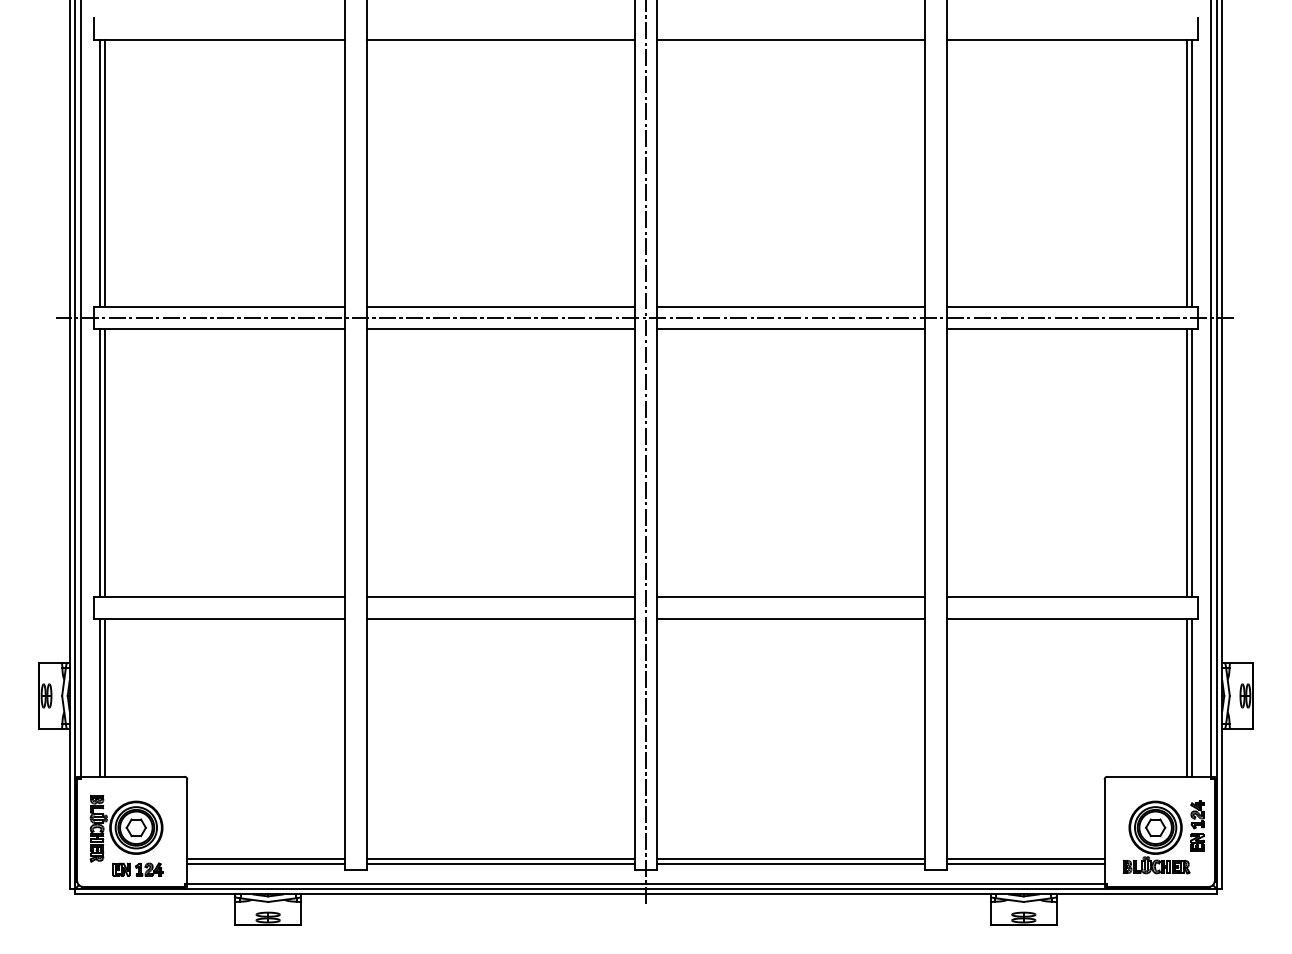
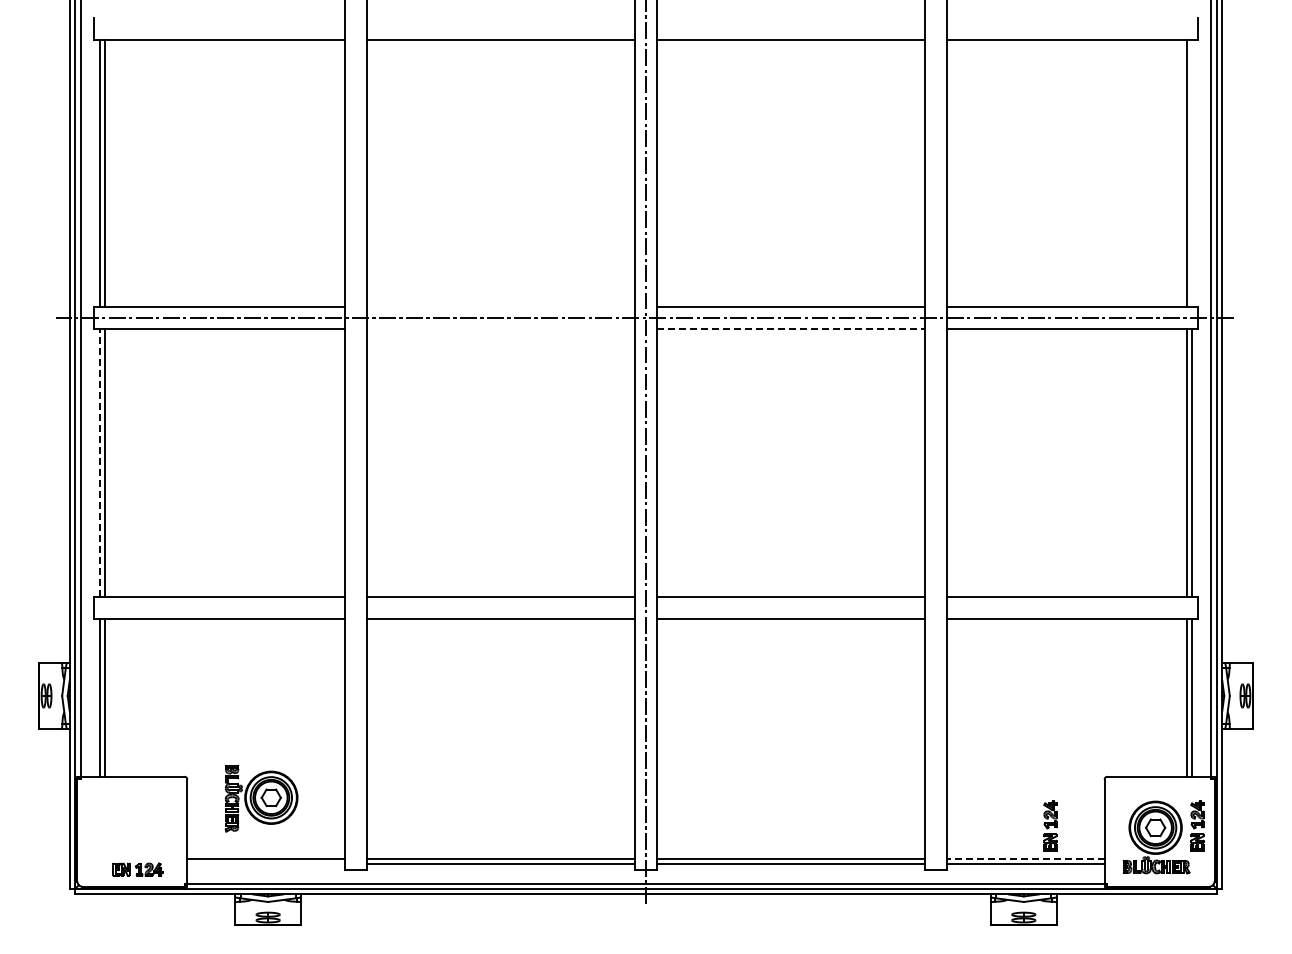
line at (1192, 173): present -> none
line at (500, 307): present -> none
line at (500, 329): present -> none
line at (790, 329): solid -> dashed
line at (99, 462): solid -> dashed
part at (1050, 825): none -> present
part at (126, 828) position: (126, 828) -> (261, 798)
line at (1025, 858): solid -> dashed
line at (266, 864): present -> none
